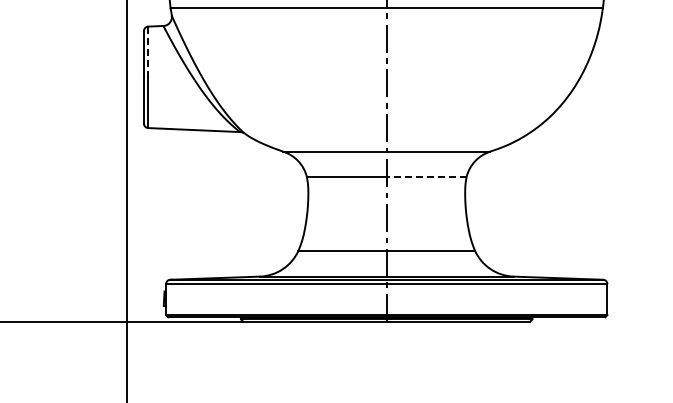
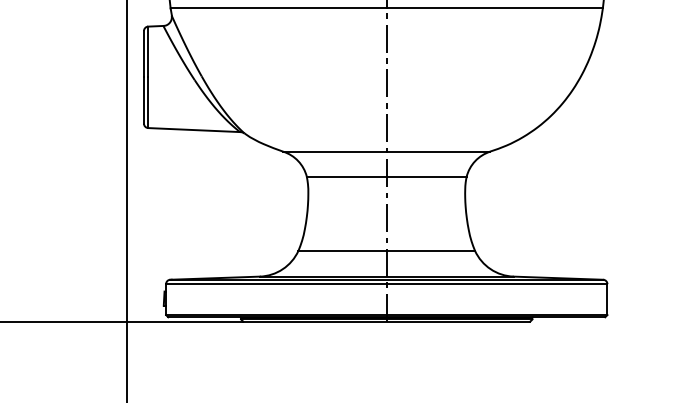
line at (148, 52): dashed -> solid
line at (426, 176): dashed -> solid
